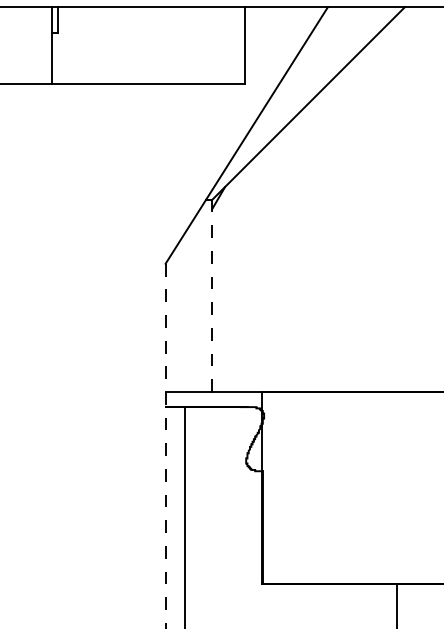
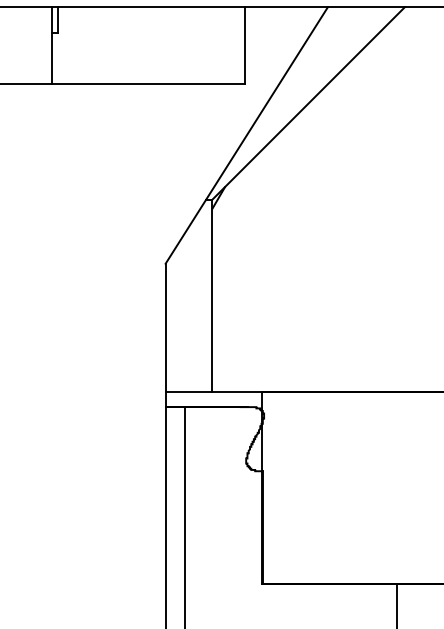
line at (212, 296): dashed -> solid
line at (165, 445): dashed -> solid
